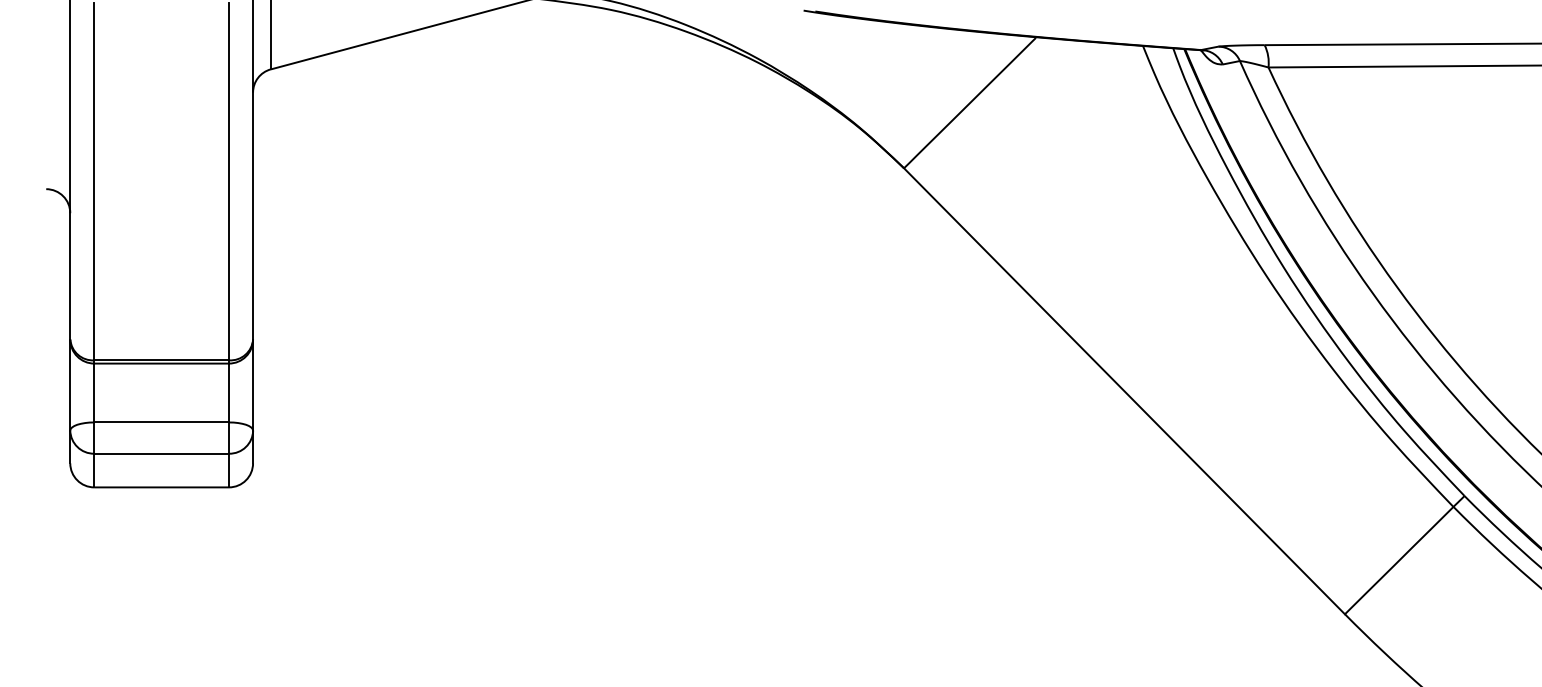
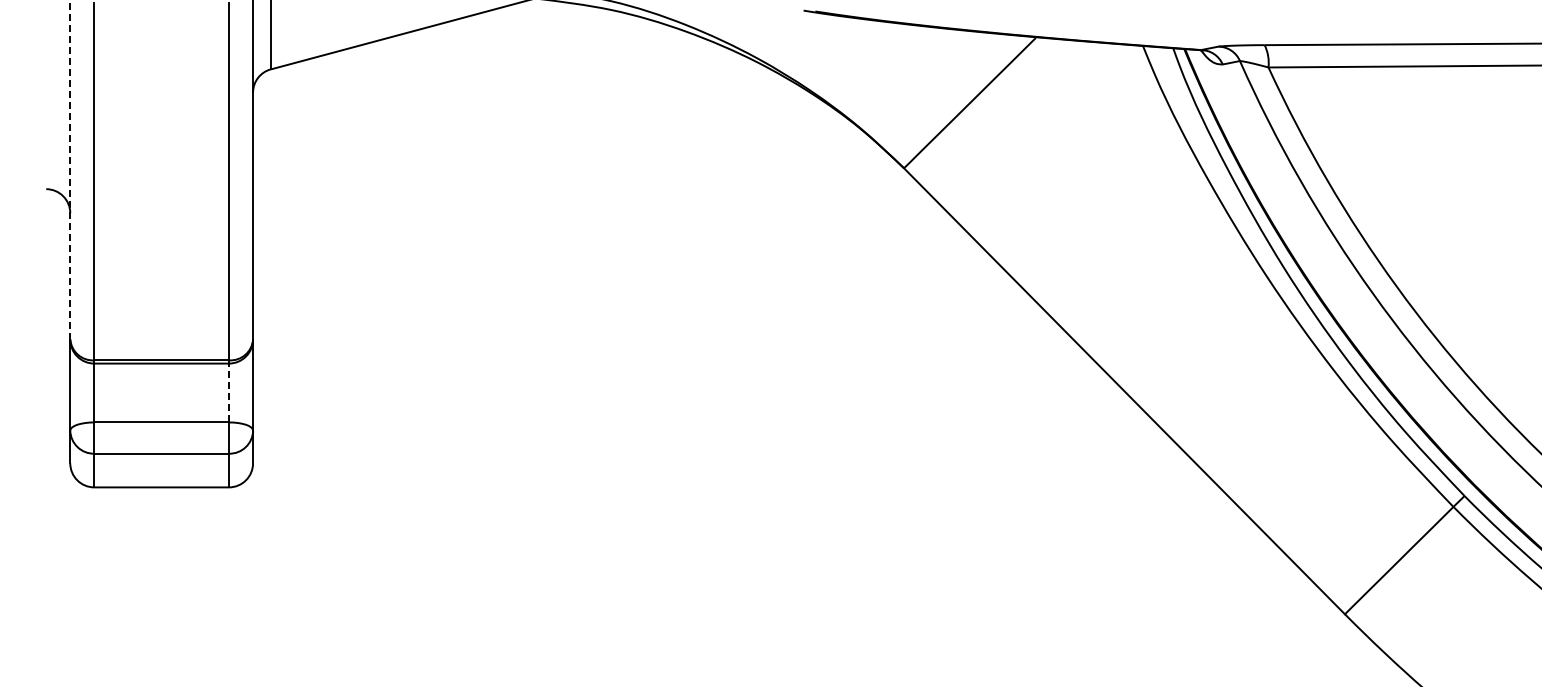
line at (70, 169): solid -> dashed
line at (229, 392): solid -> dashed
